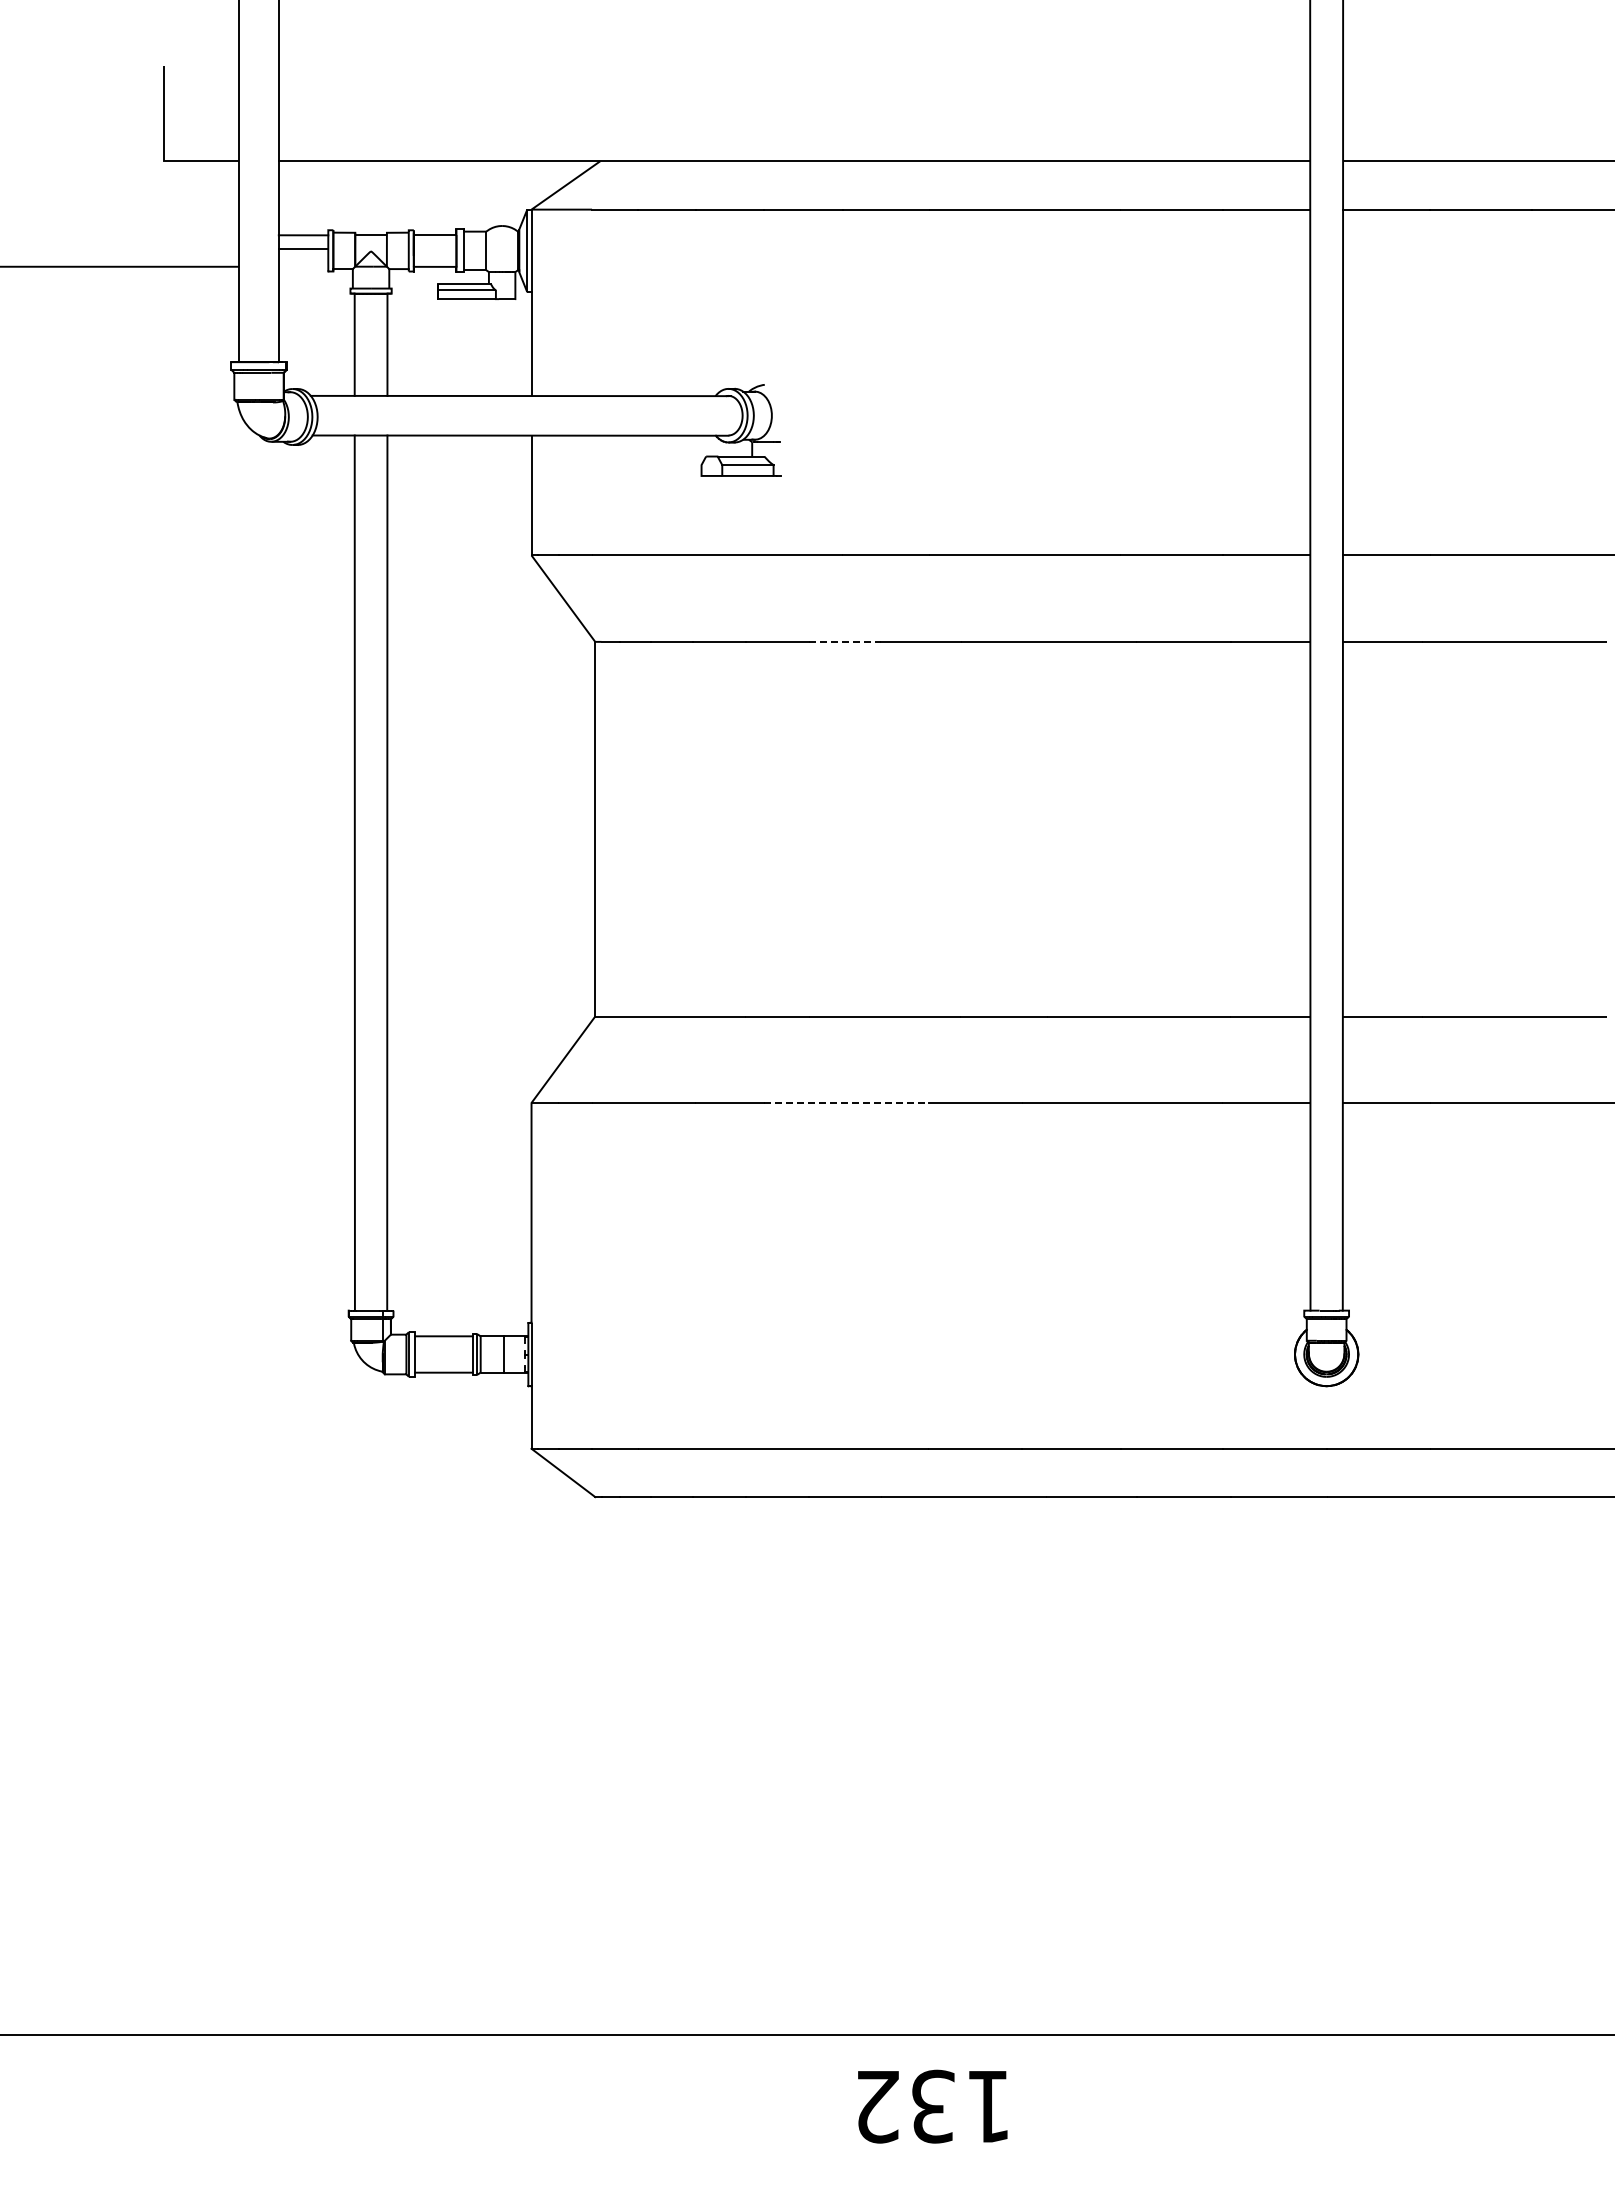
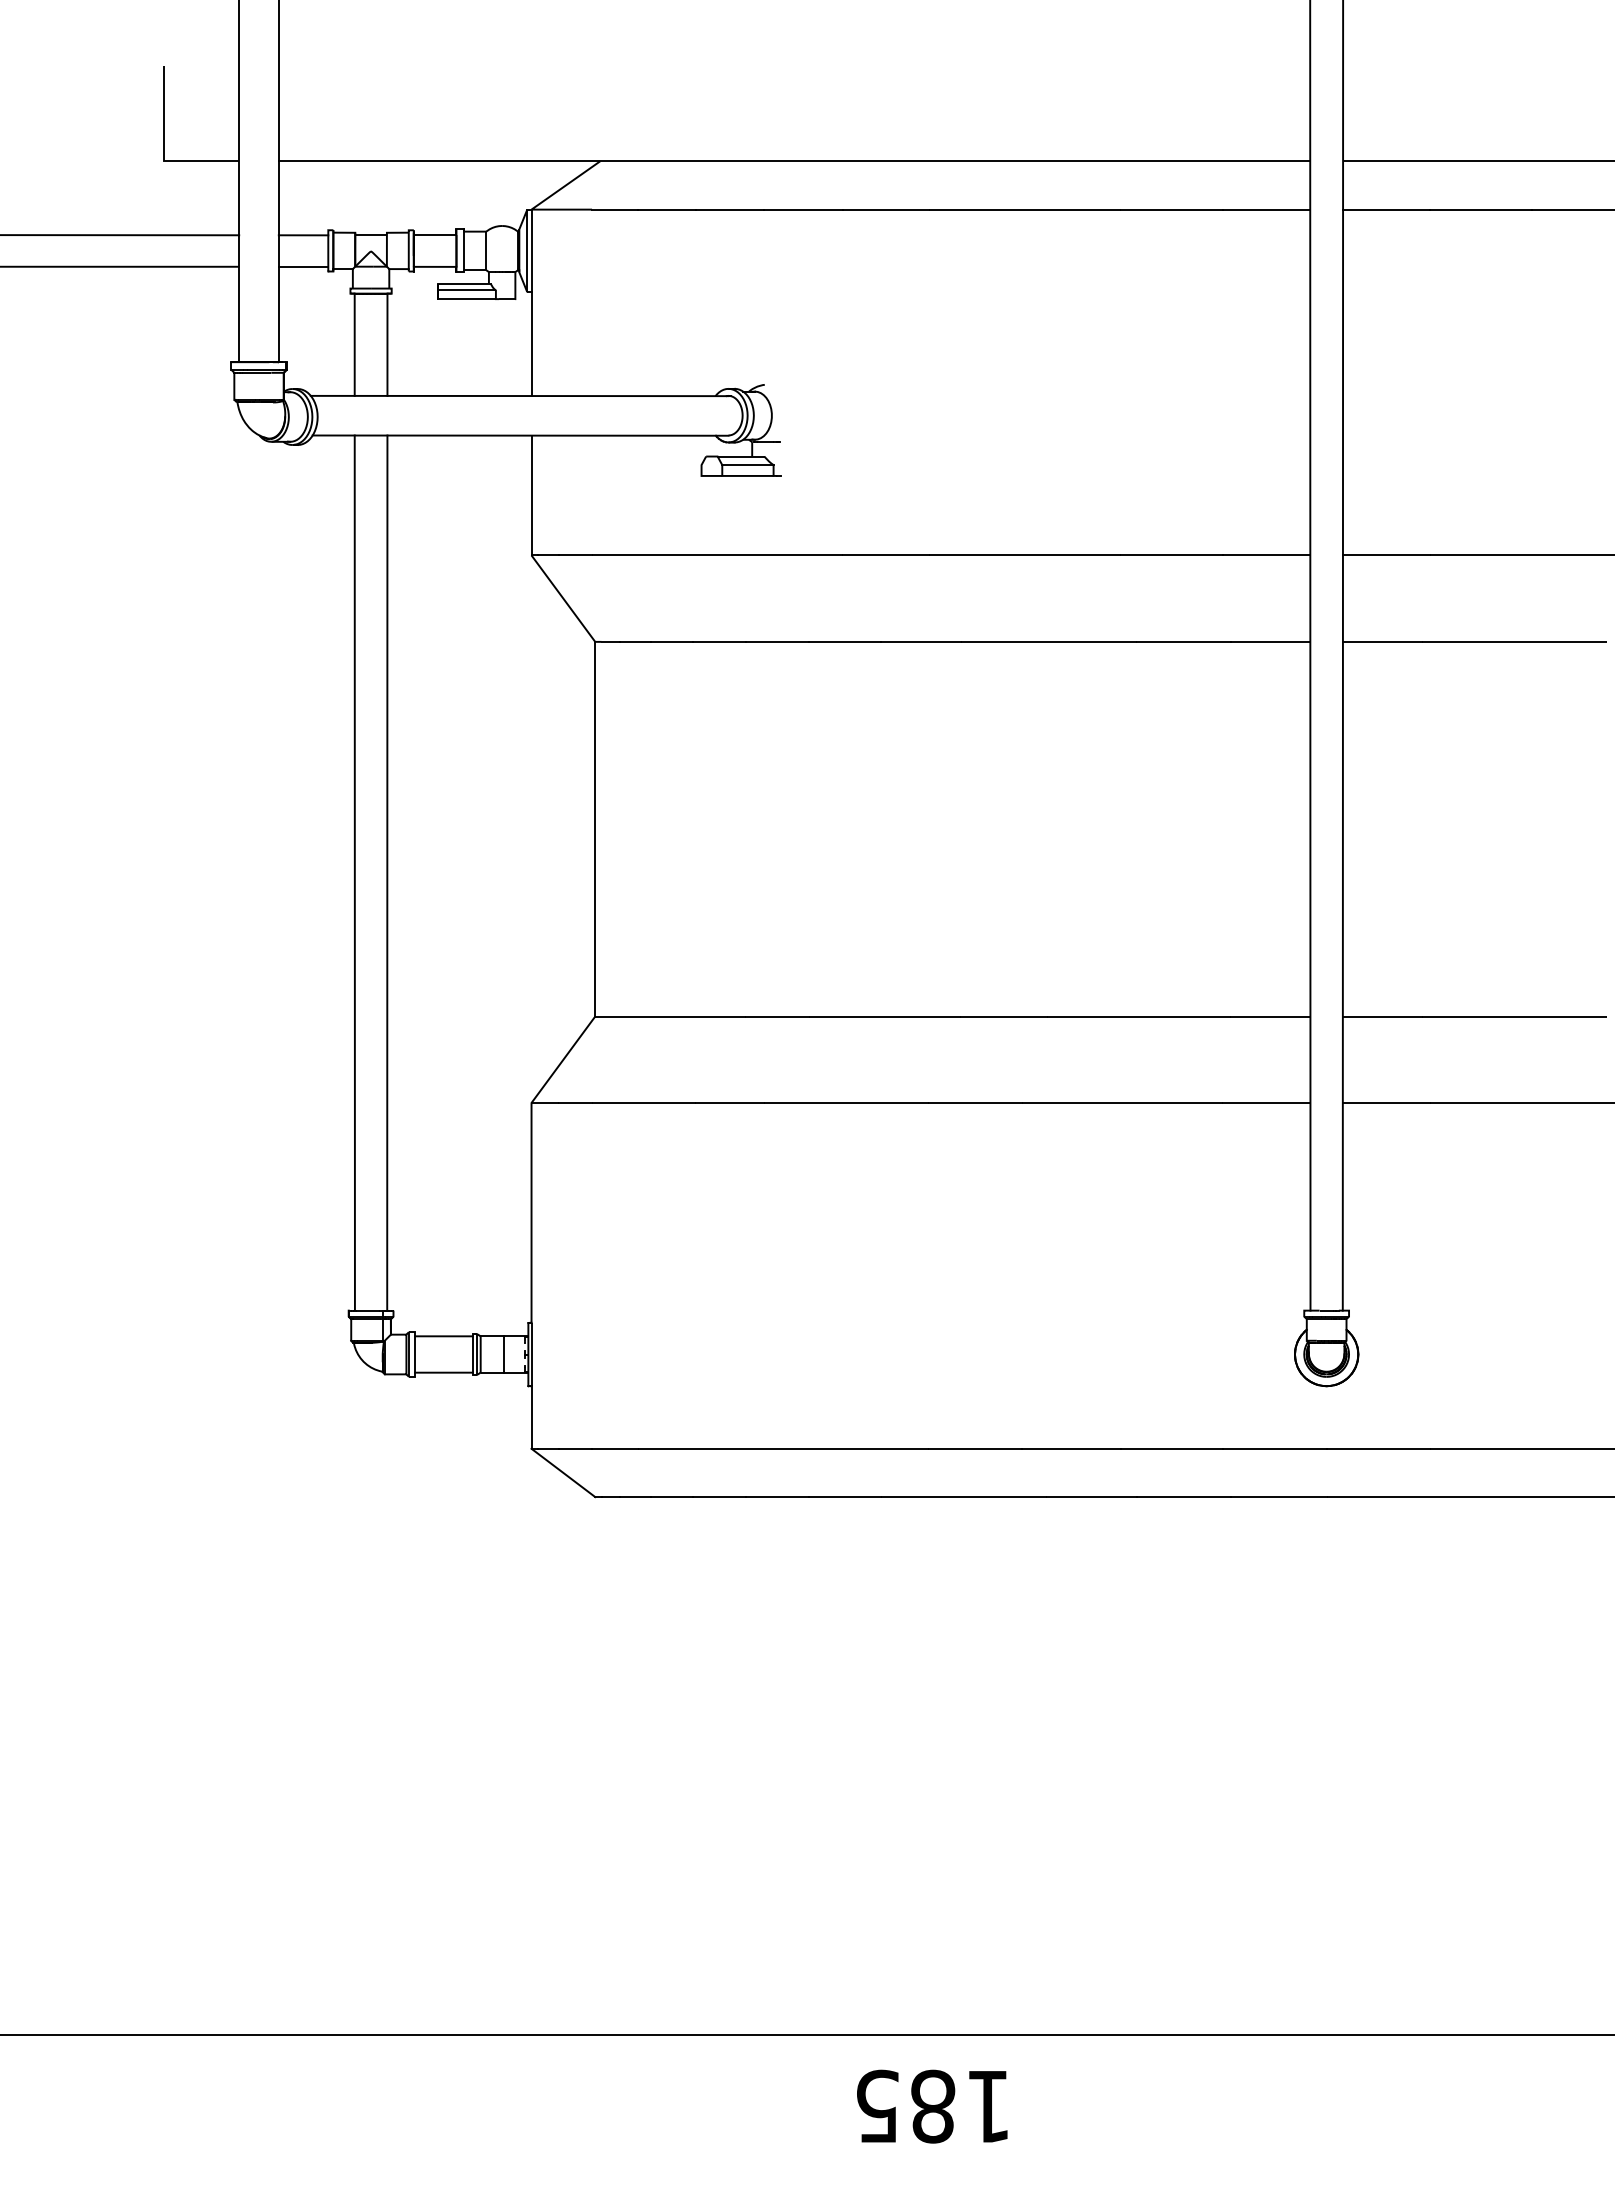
line at (120, 235): none -> present
line at (303, 248) position: (303, 248) -> (303, 266)
line at (845, 641): dashed -> solid
line at (846, 1102): dashed -> solid
text at (906, 2106): 132 -> 185
